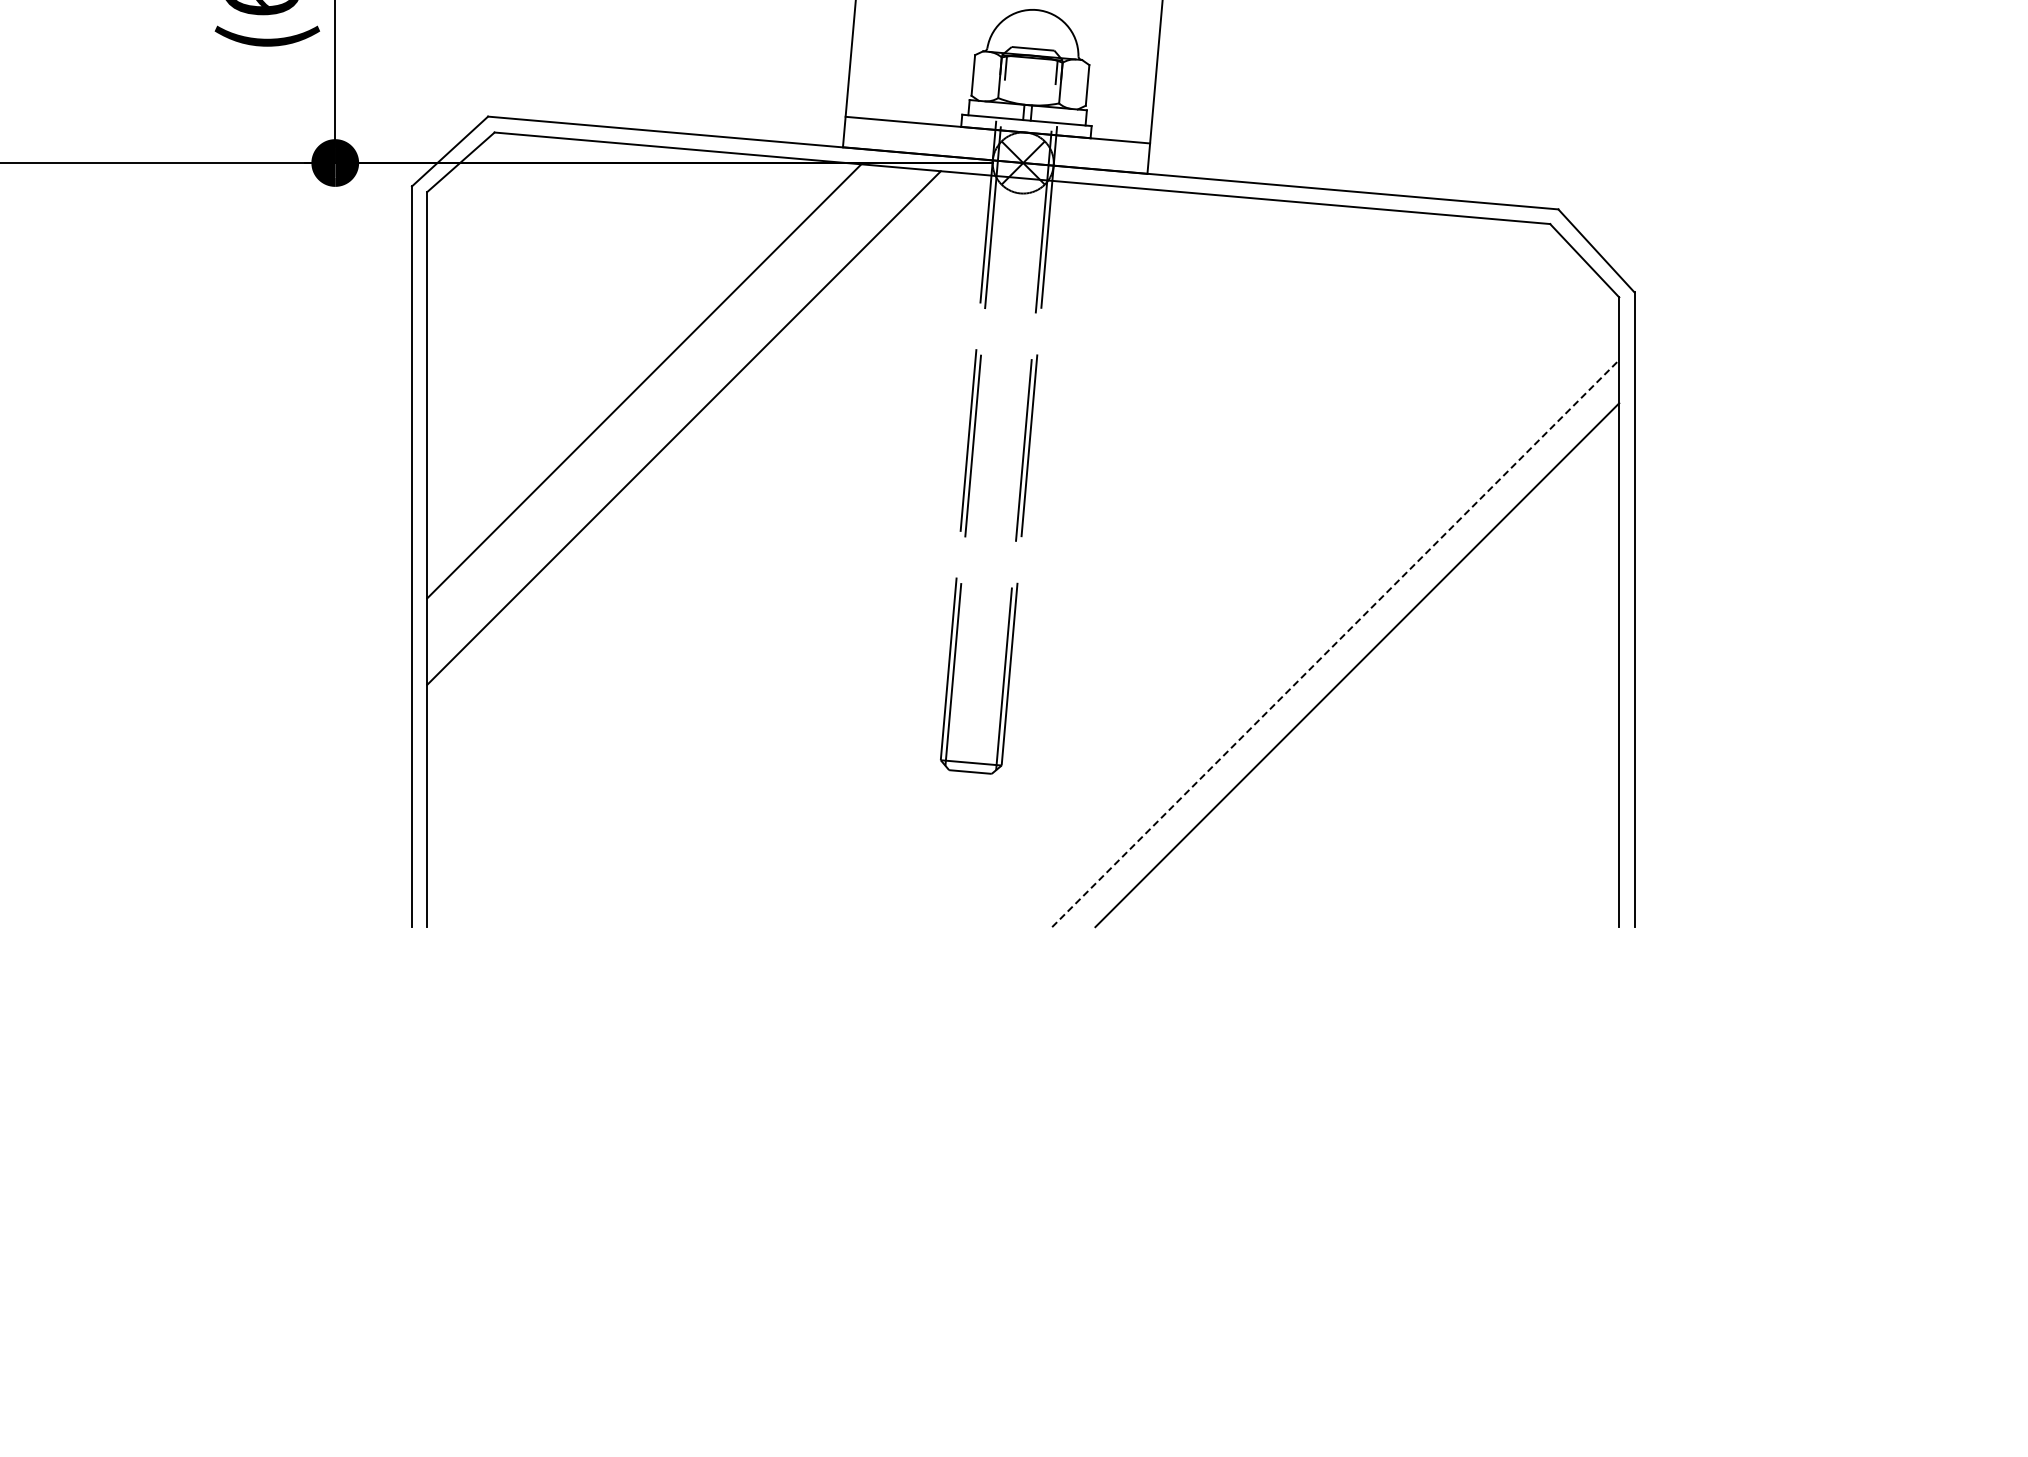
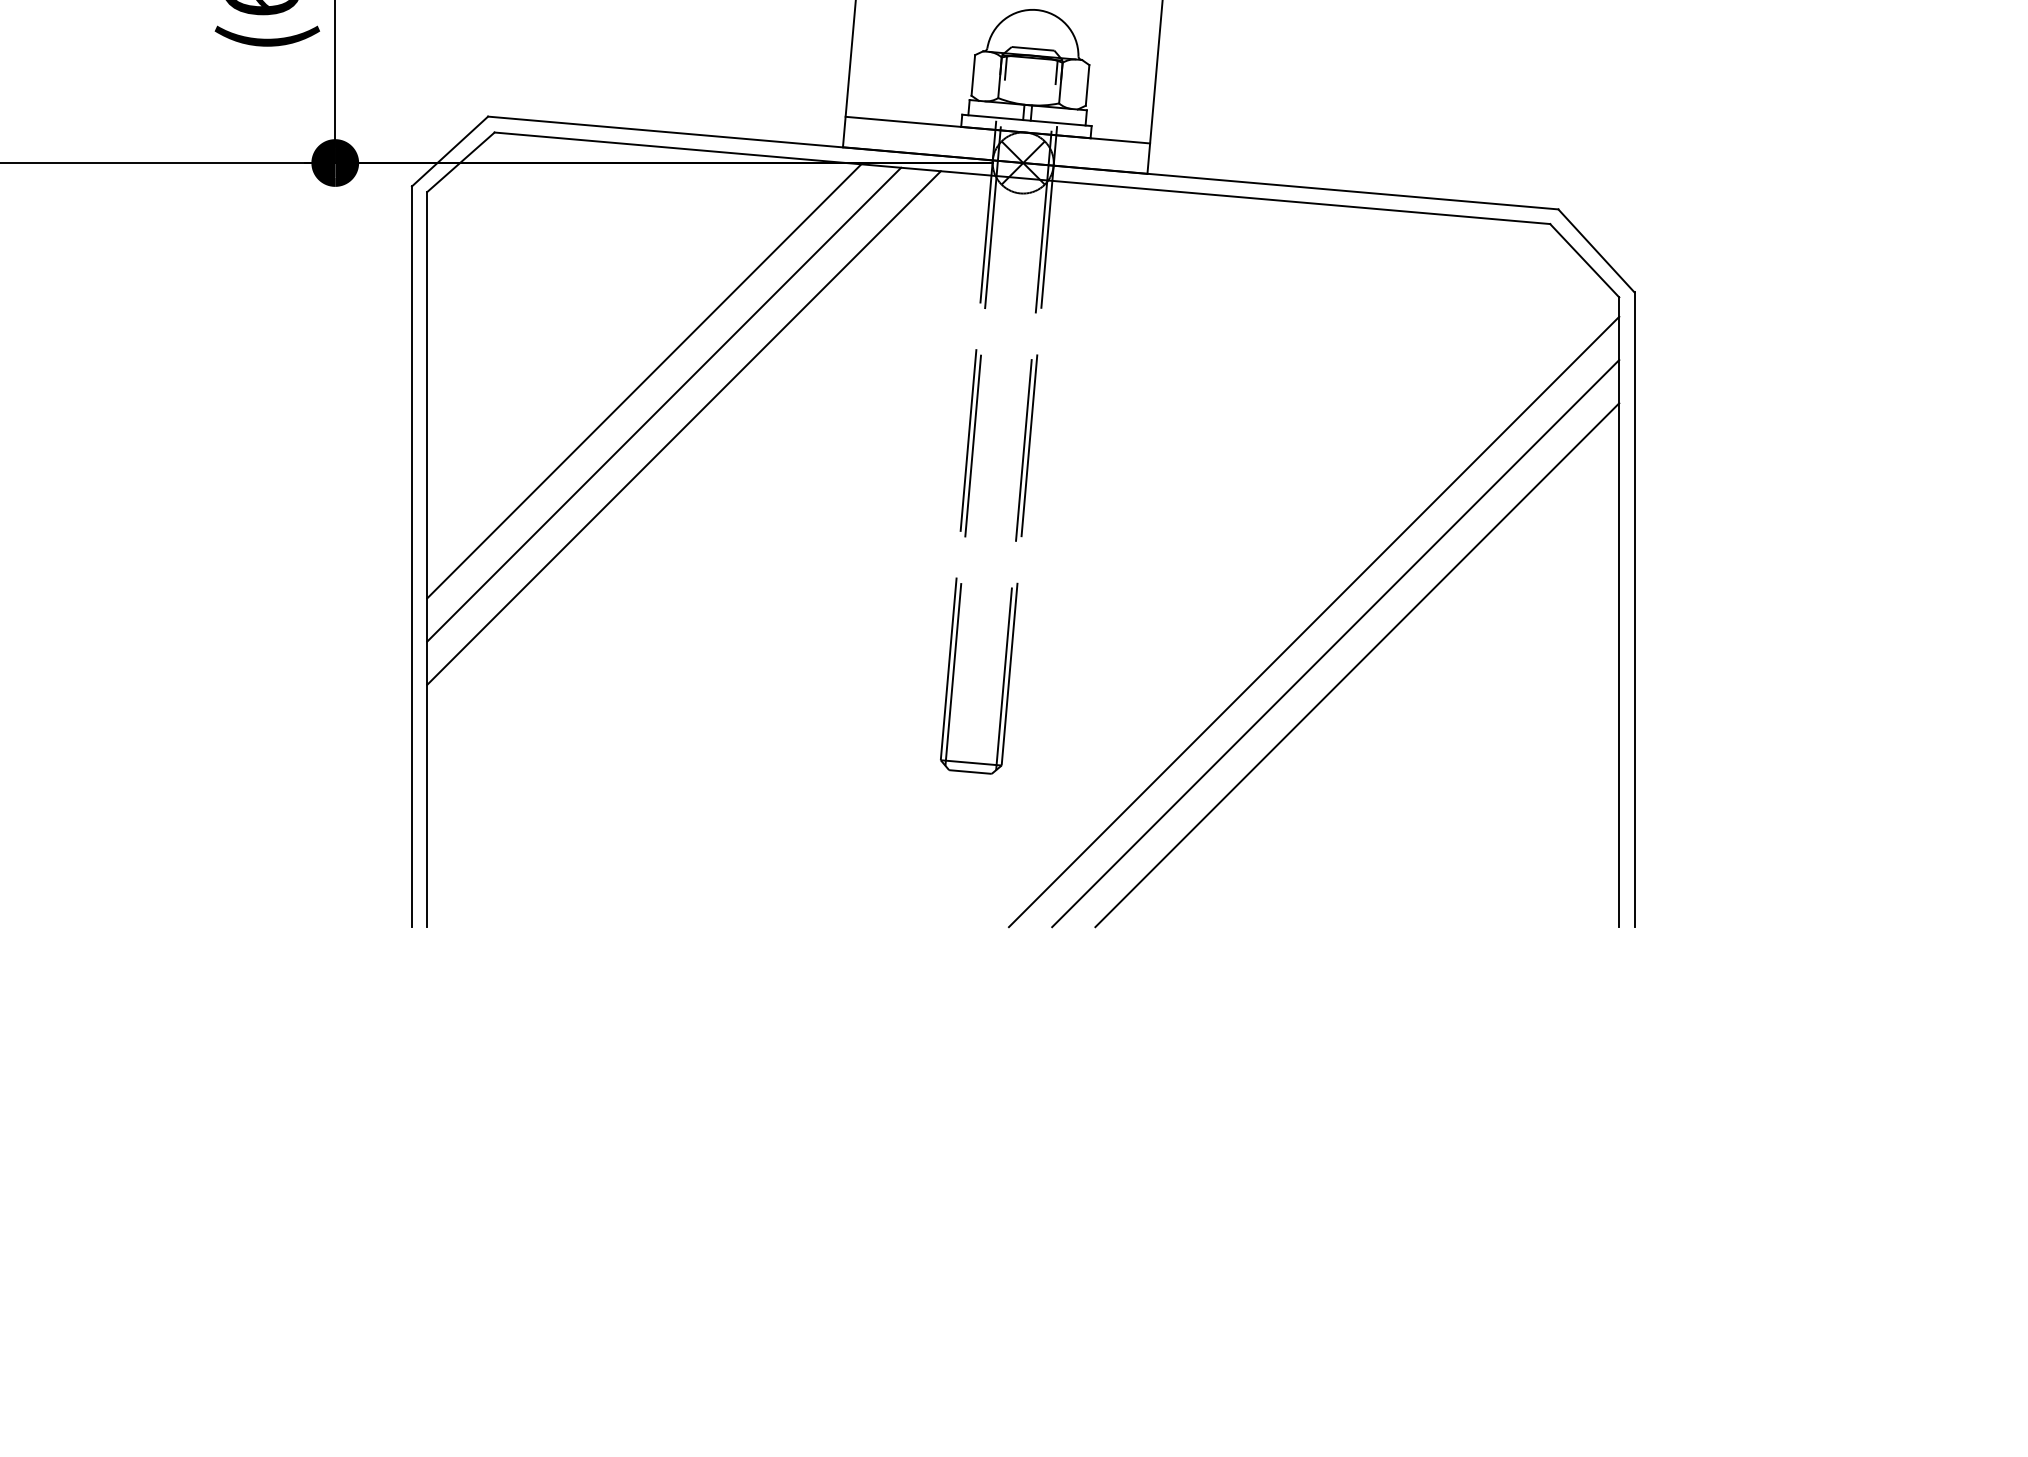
line at (664, 404): none -> present
line at (1313, 621): none -> present
line at (1335, 643): dashed -> solid
